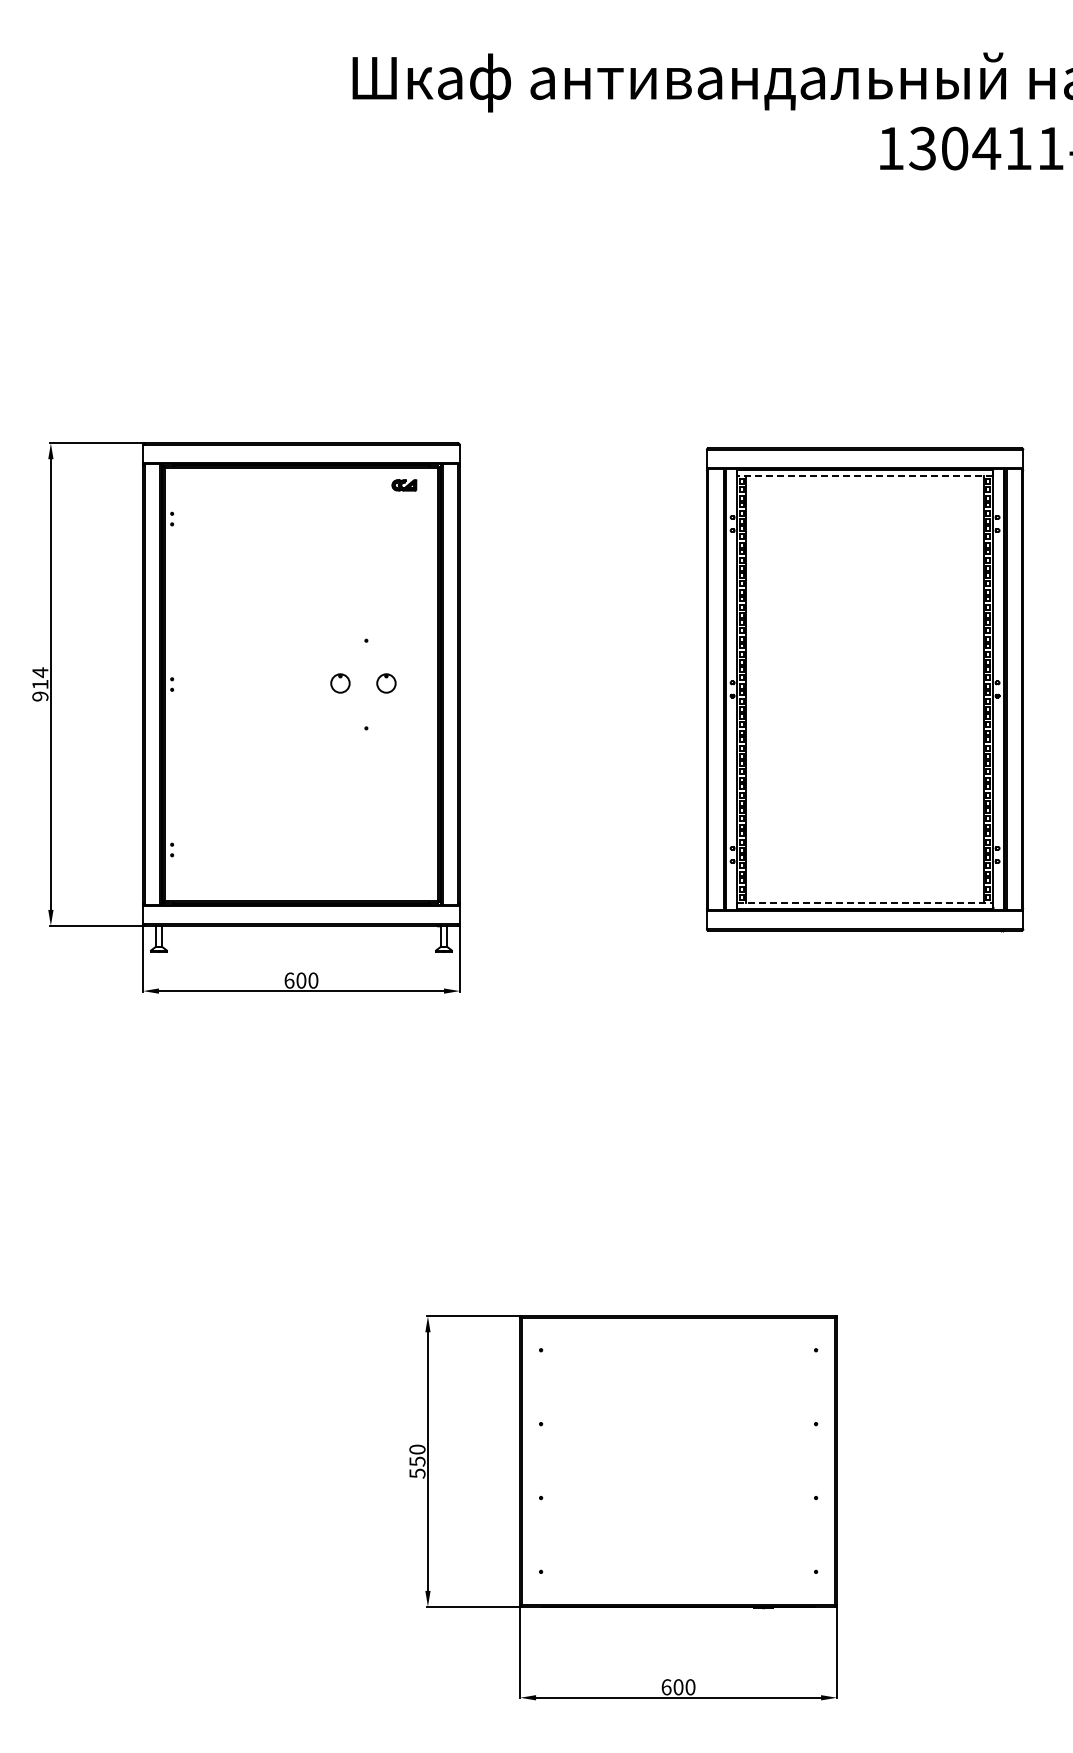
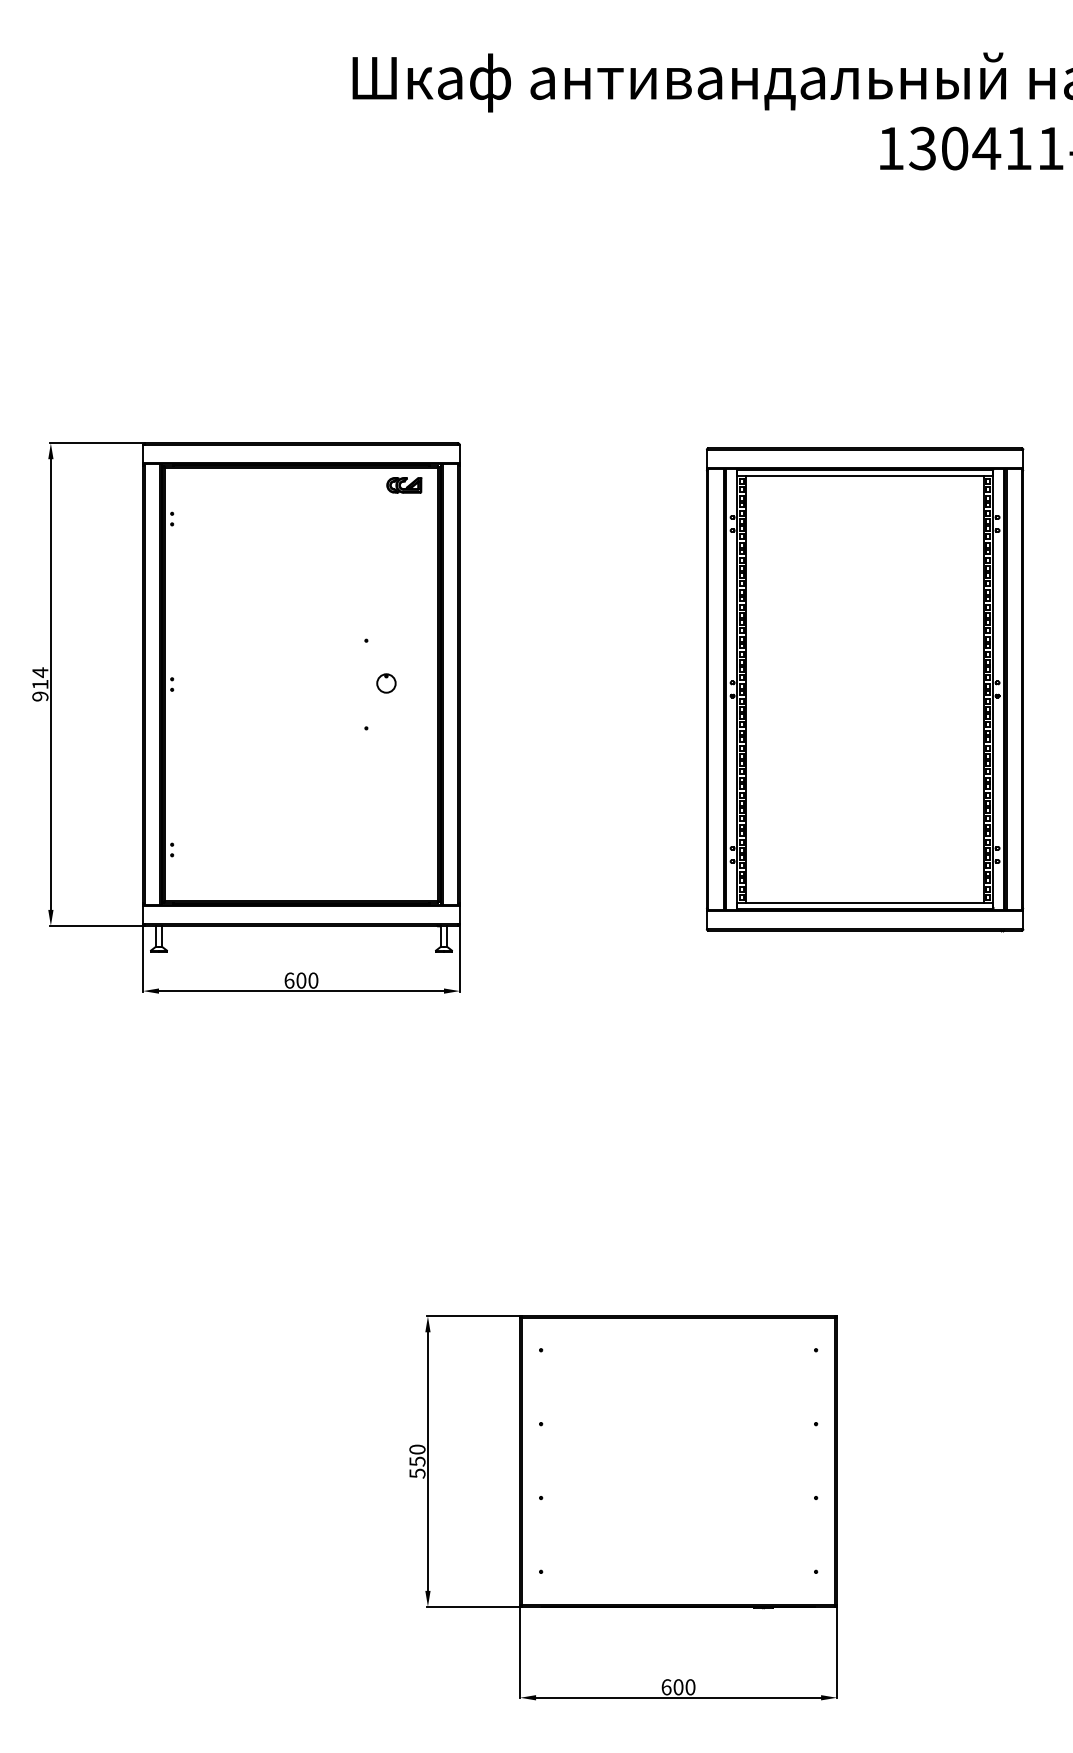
line at (865, 476): dashed -> solid
part at (404, 485) size: 27x13 px -> 37x17 px
part at (340, 683): present -> none
line at (865, 903): dashed -> solid
